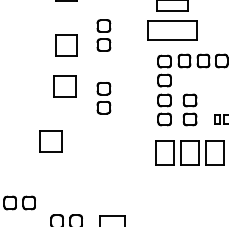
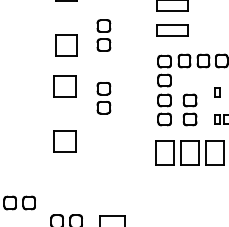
part at (172, 30) size: 51x21 px -> 33x13 px
part at (217, 92): none -> present
part at (50, 141) position: (50, 141) -> (64, 141)
